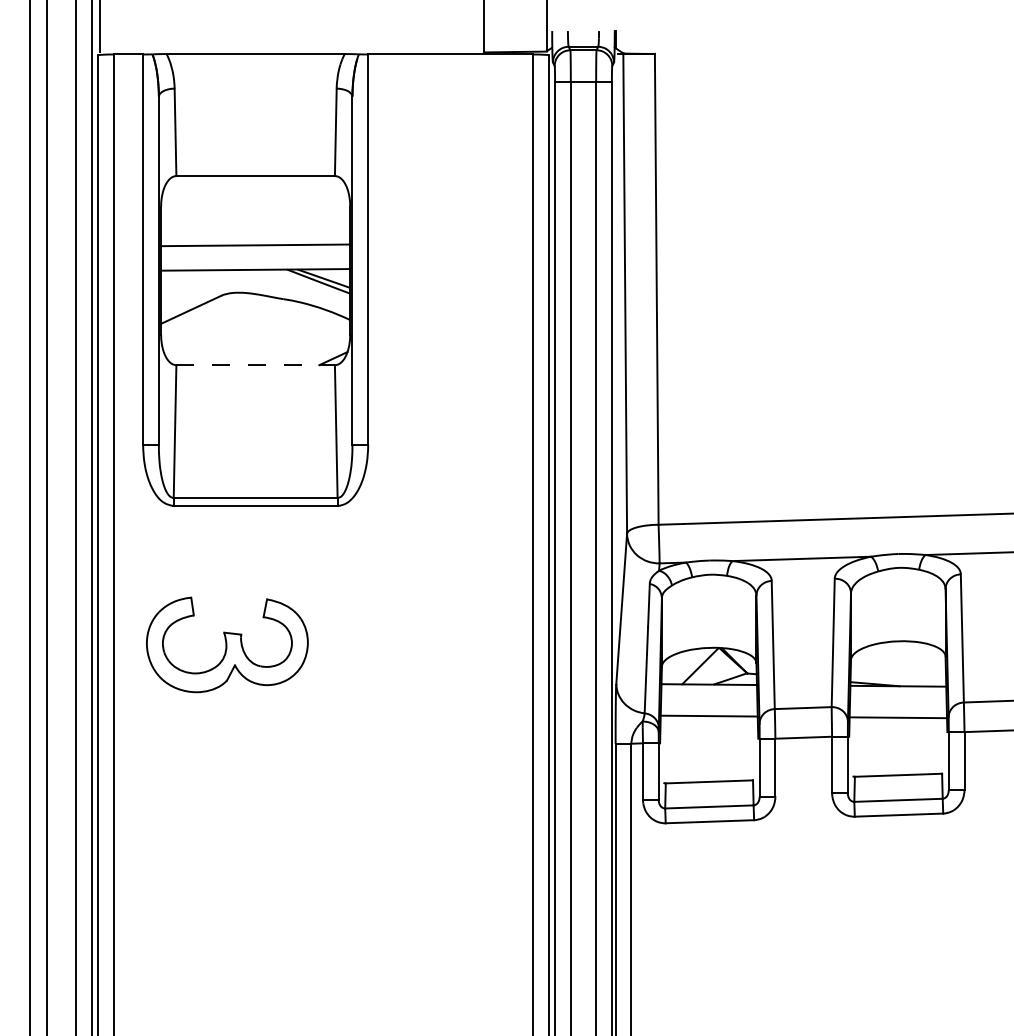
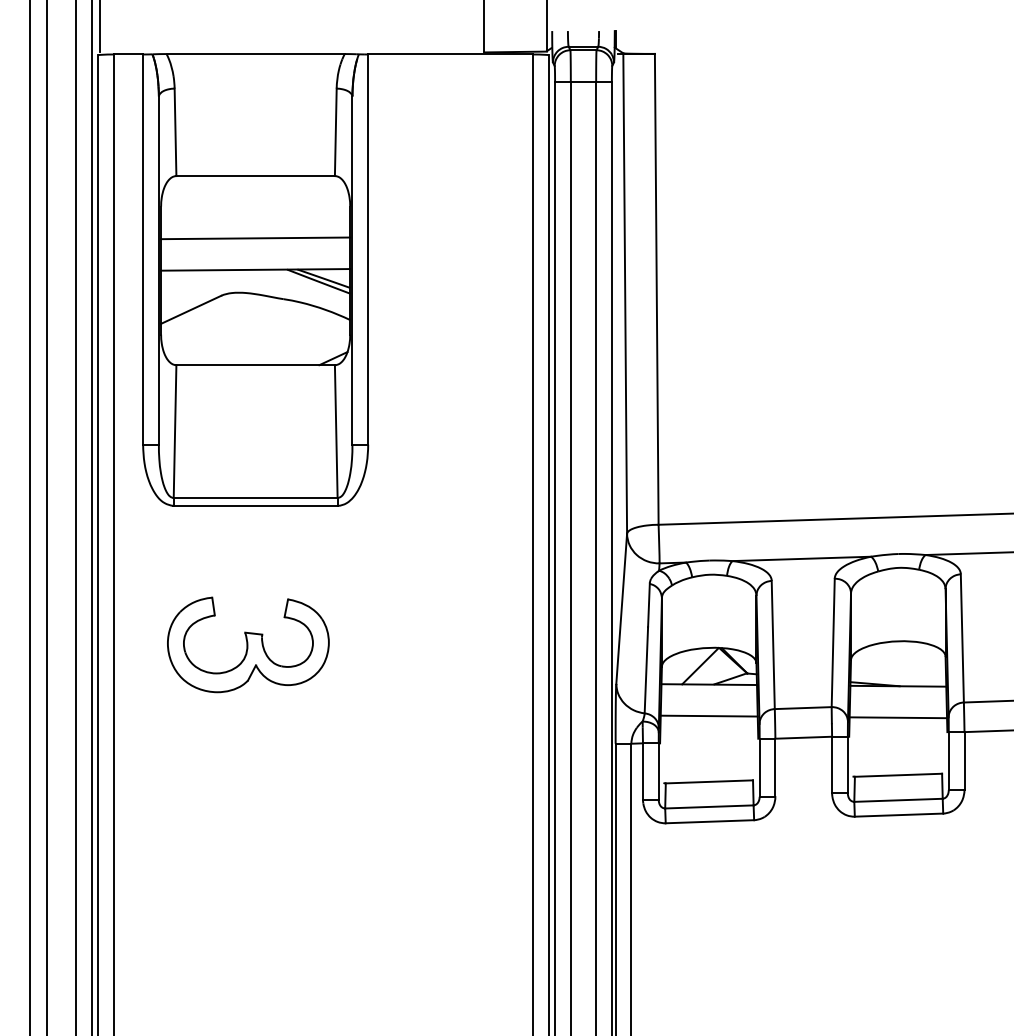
line at (255, 245) position: (255, 245) -> (255, 238)
line at (256, 365): dashed -> solid
part at (227, 644) position: (227, 644) -> (248, 644)
